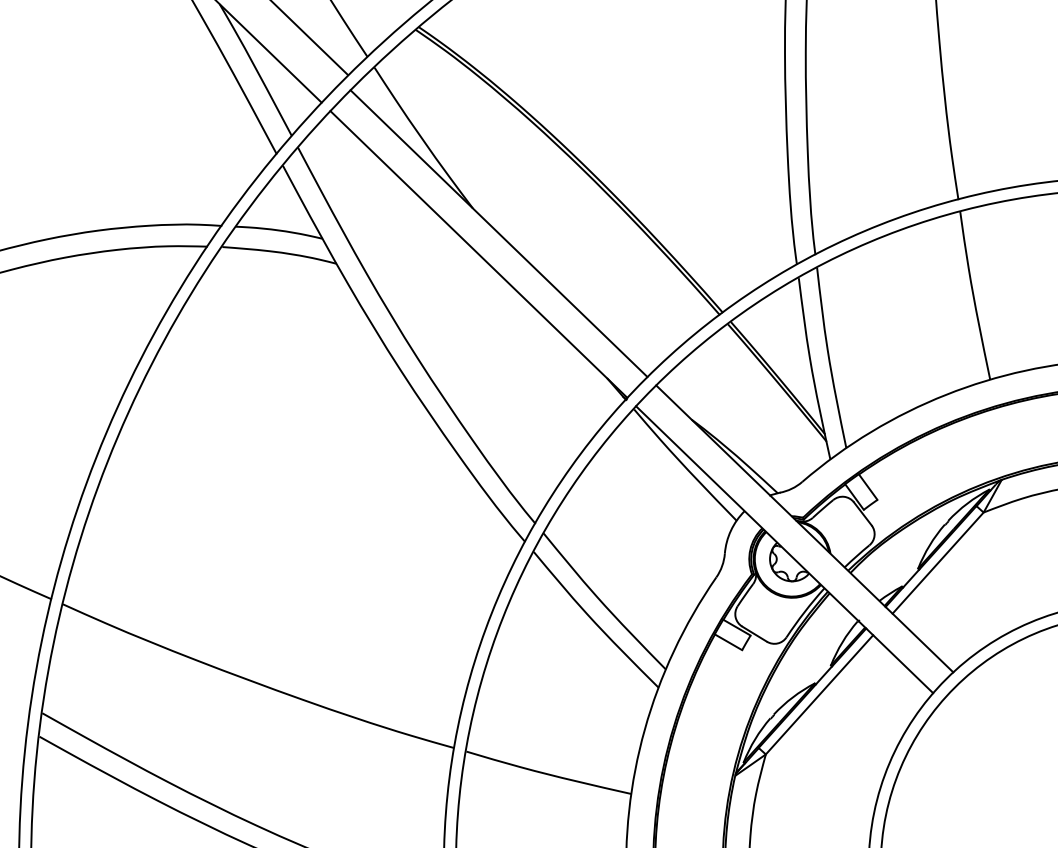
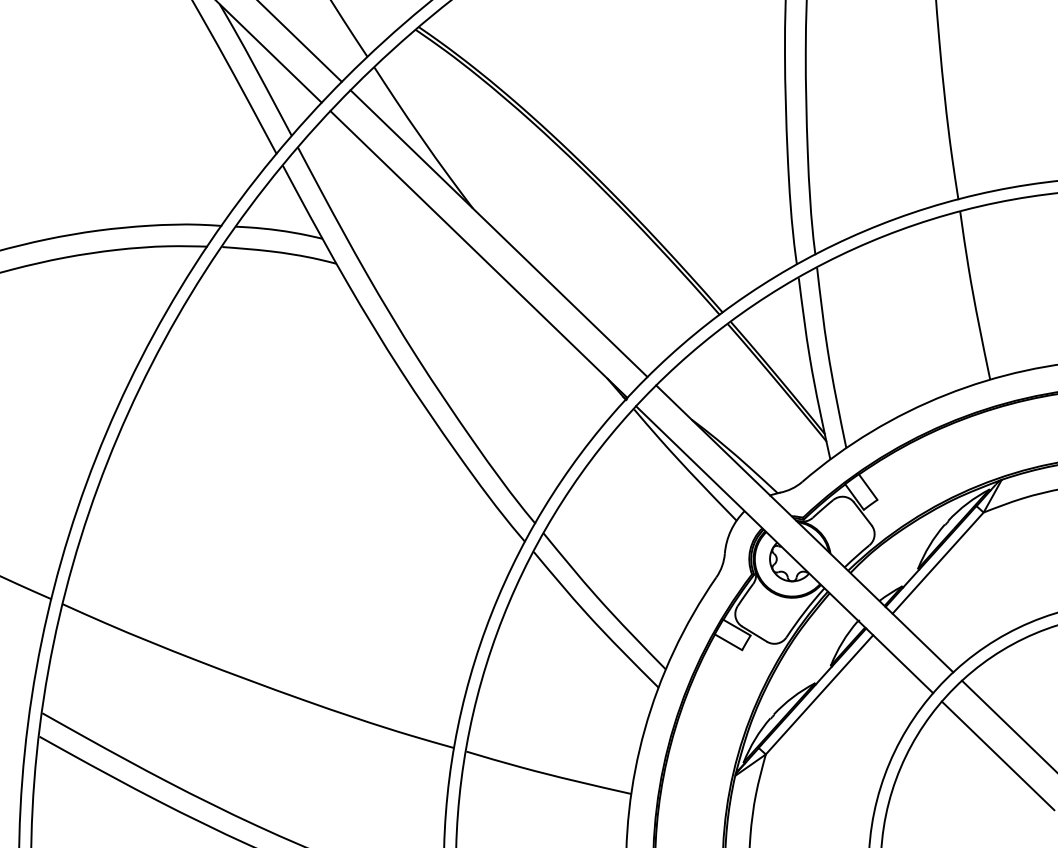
line at (309, 38) position: (309, 38) -> (300, 41)
line at (1007, 724): none -> present
line at (997, 755): none -> present
